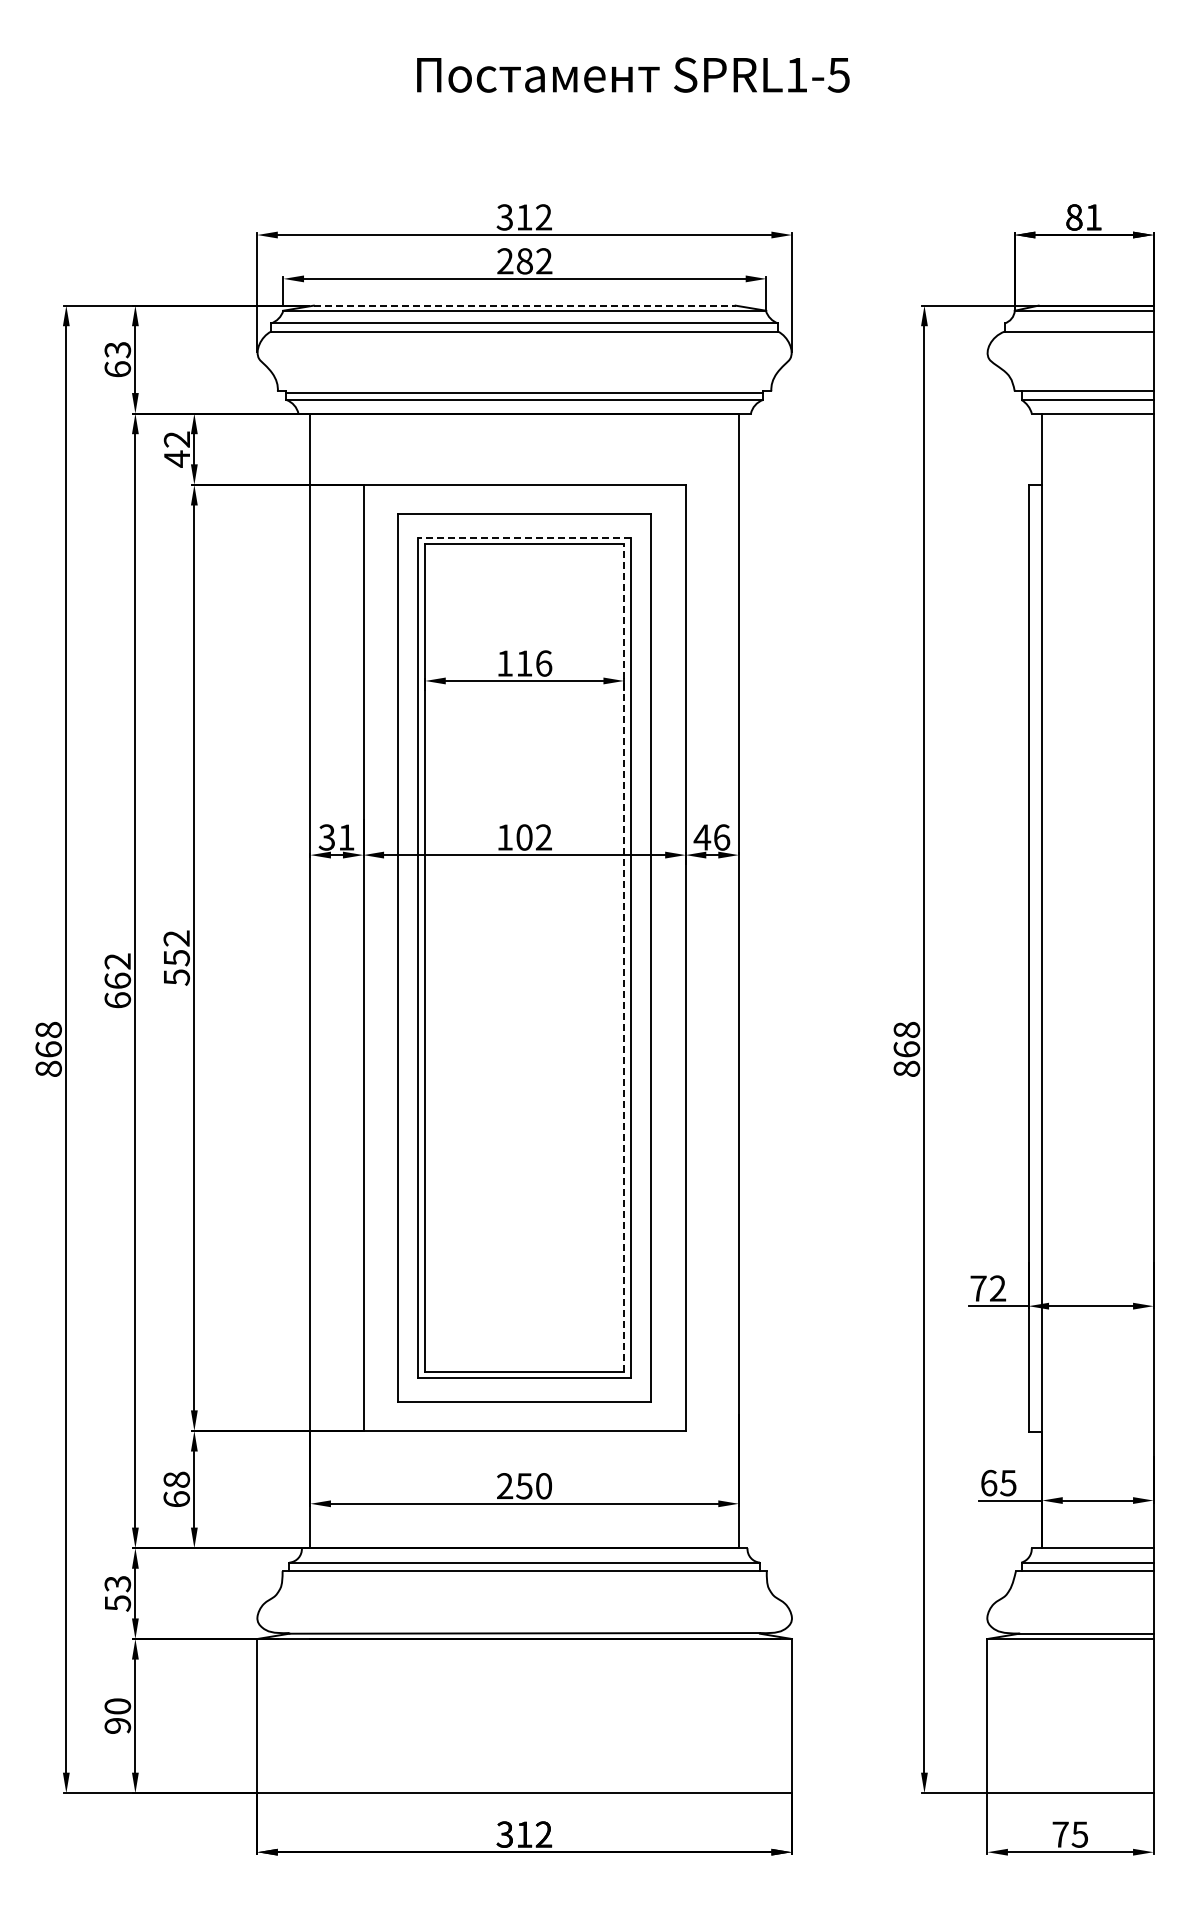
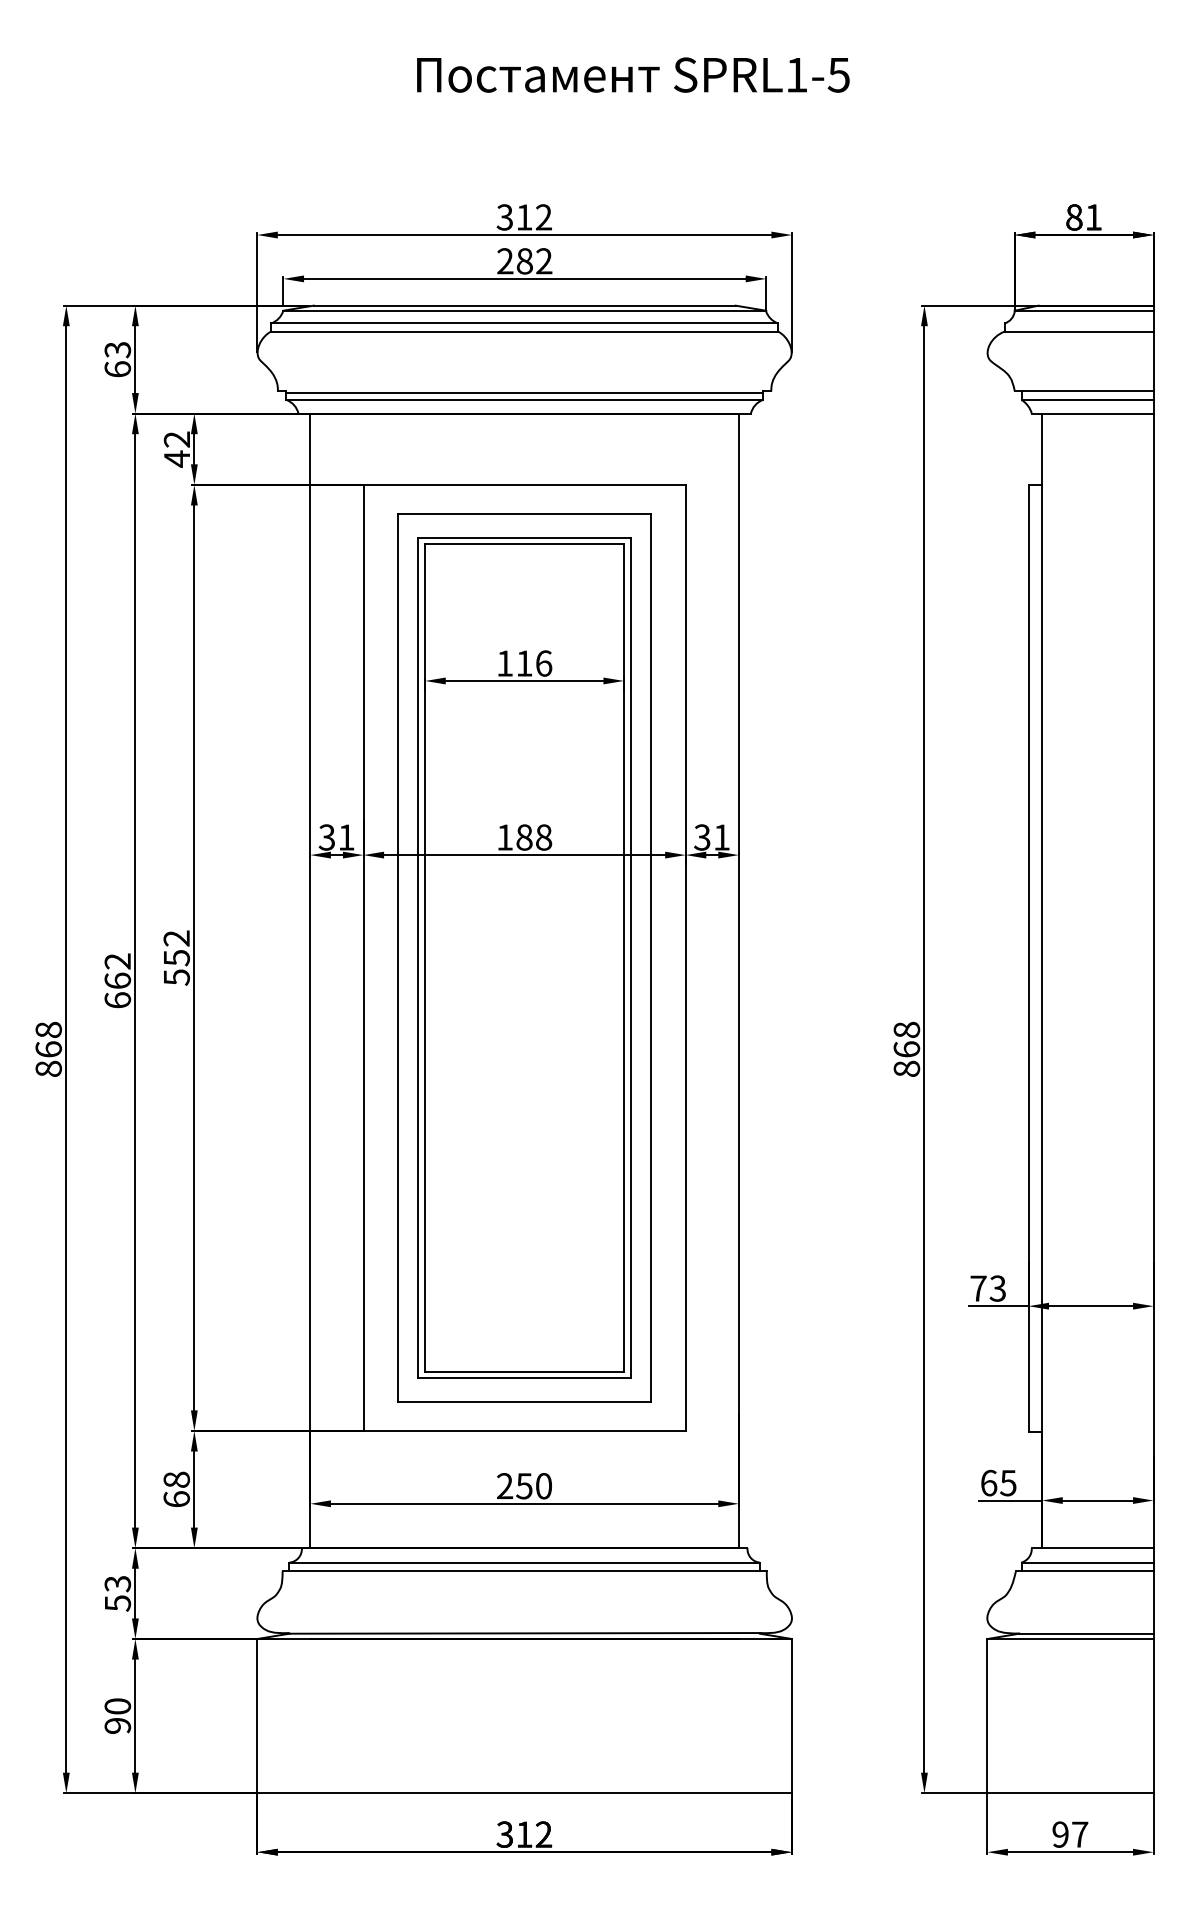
line at (524, 305): dashed -> solid
line at (524, 538): dashed -> solid
text at (534, 837): 102 -> 188
text at (711, 837): 46 -> 31
line at (624, 957): dashed -> solid
text at (997, 1288): 72 -> 73
text at (1070, 1834): 75 -> 97
